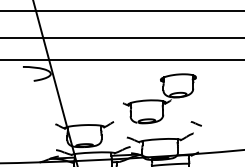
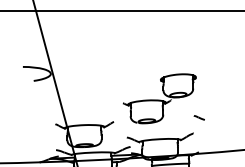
line at (121, 38): present -> none
line at (121, 59): present -> none
part at (195, 123) position: (195, 123) -> (198, 117)
